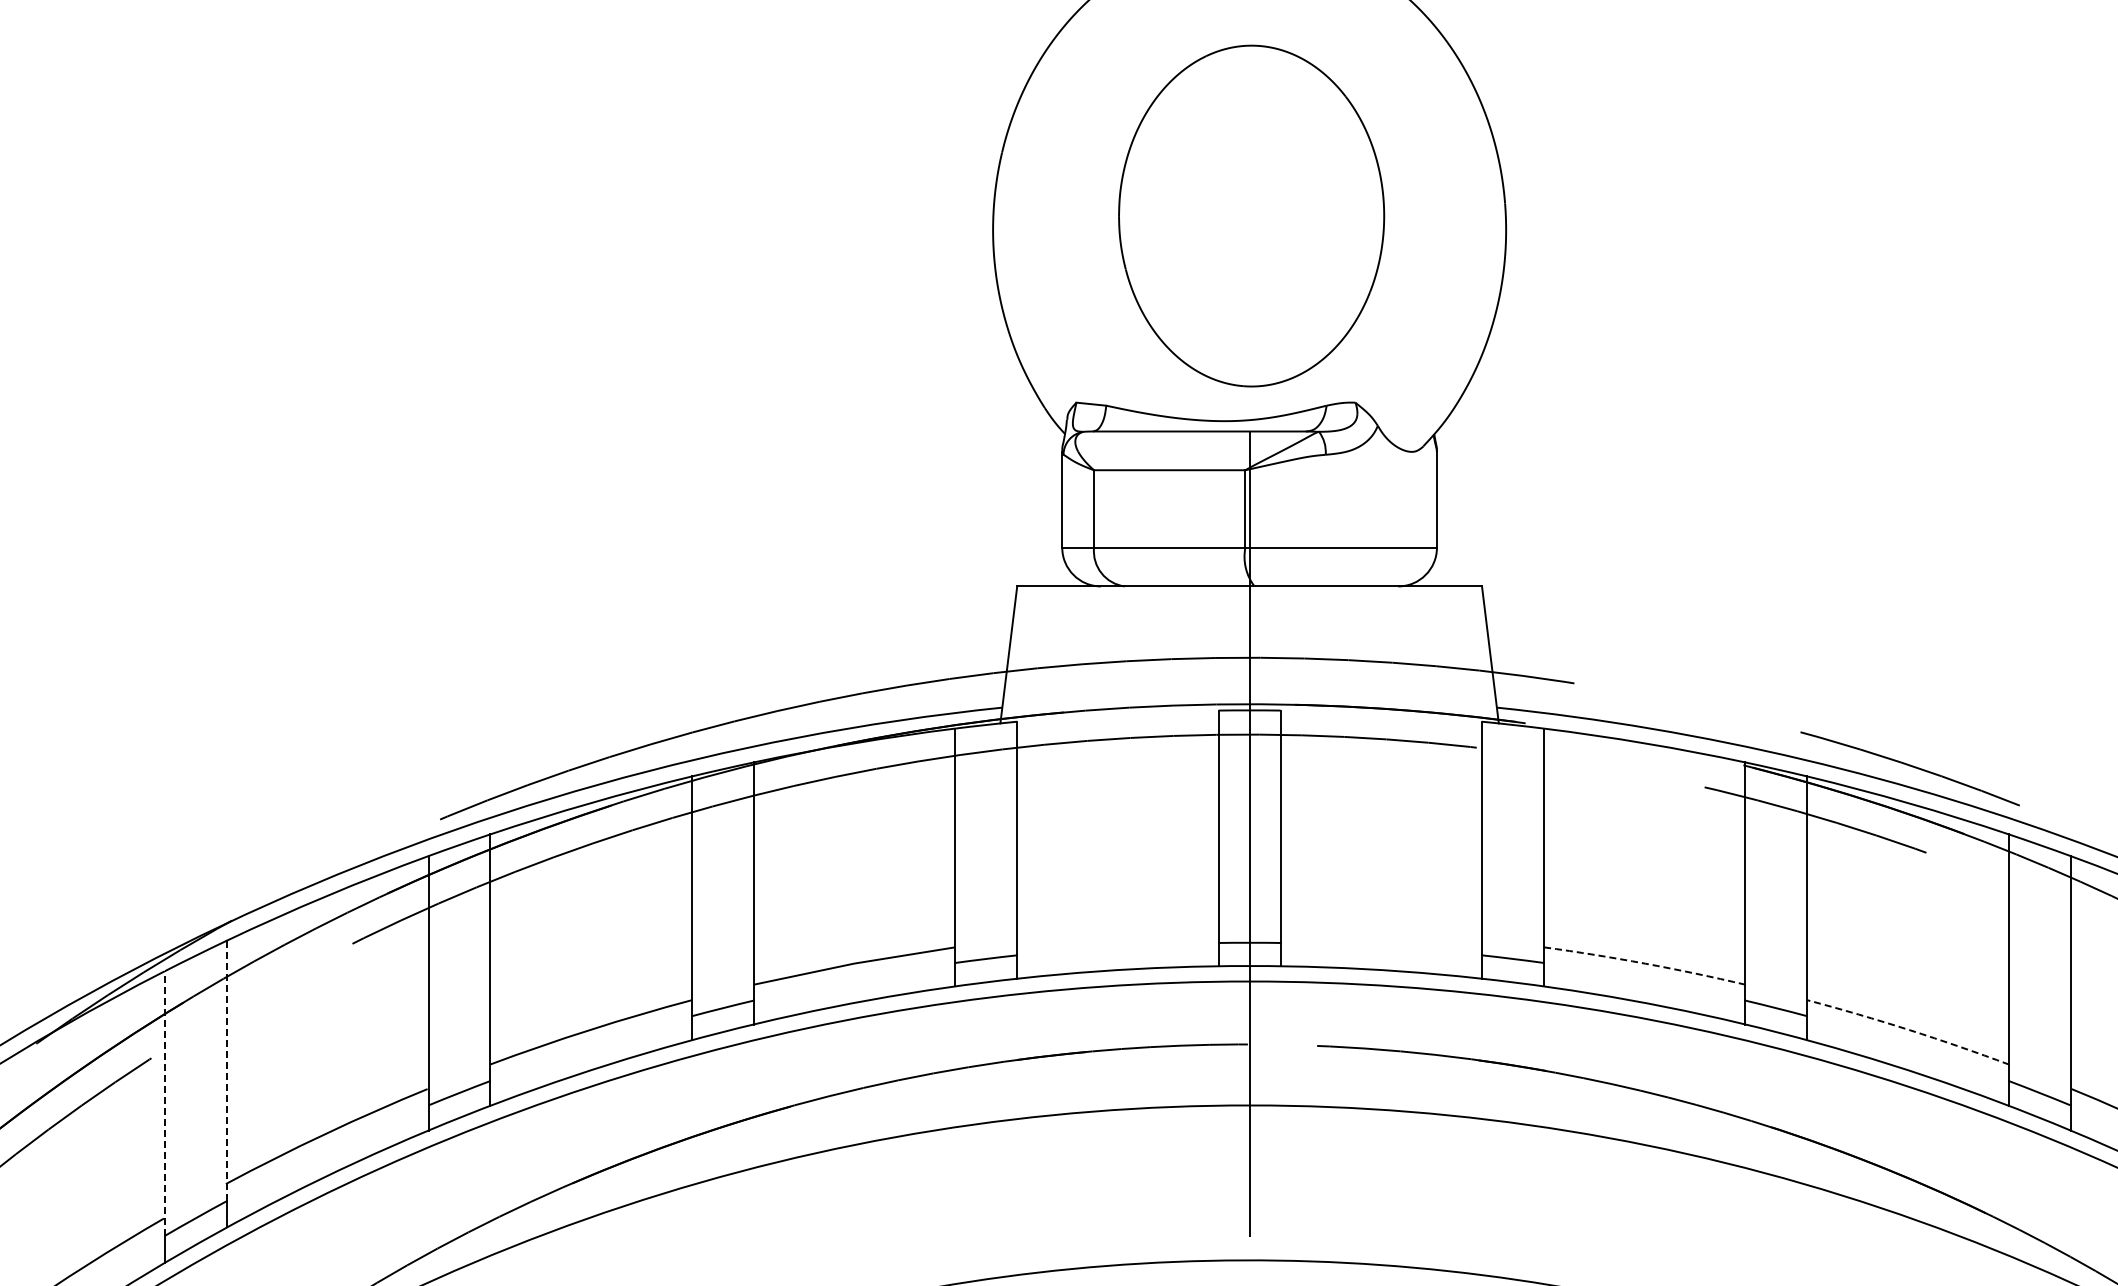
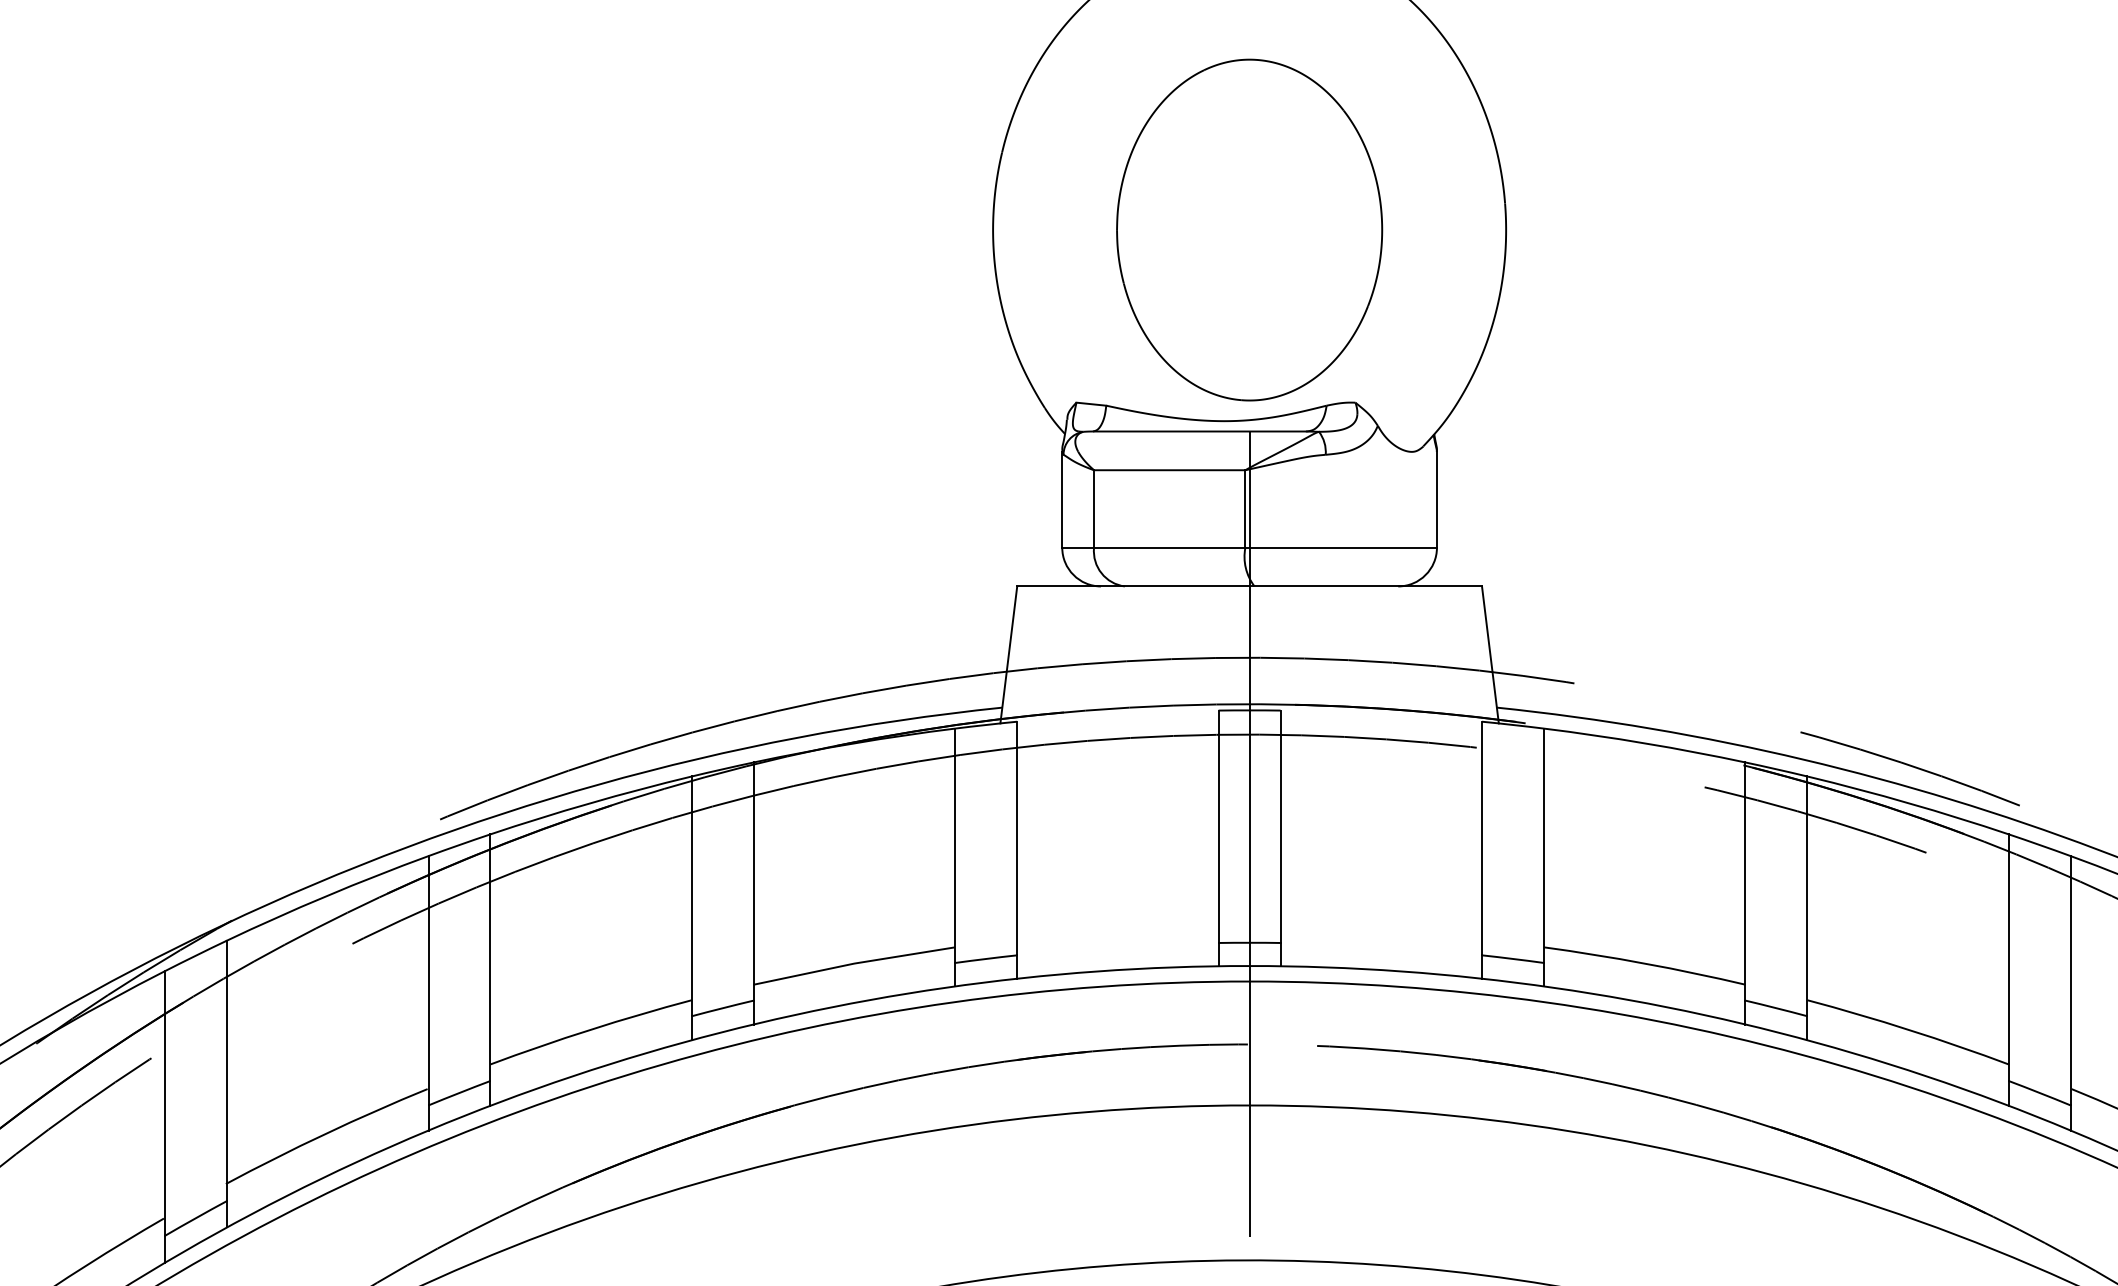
part at (1251, 215) position: (1251, 215) -> (1249, 229)
arc at (1645, 963): dashed -> solid
arc at (1909, 1030): dashed -> solid
line at (227, 1071): dashed -> solid
line at (165, 1102): dashed -> solid
